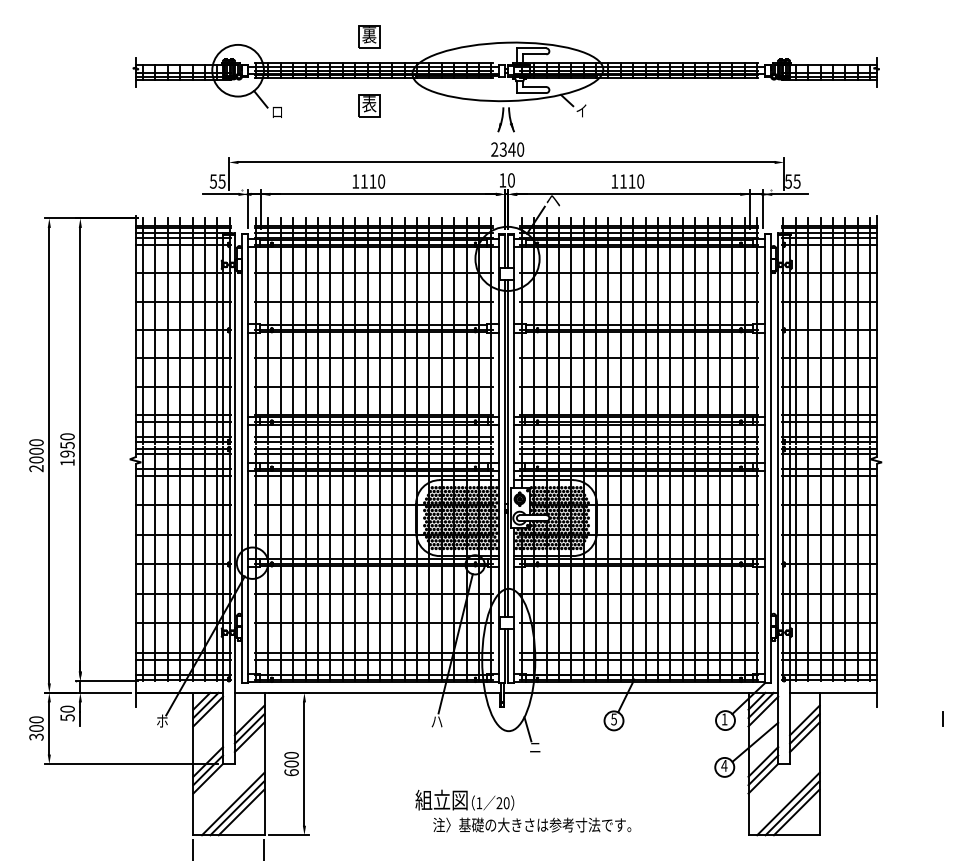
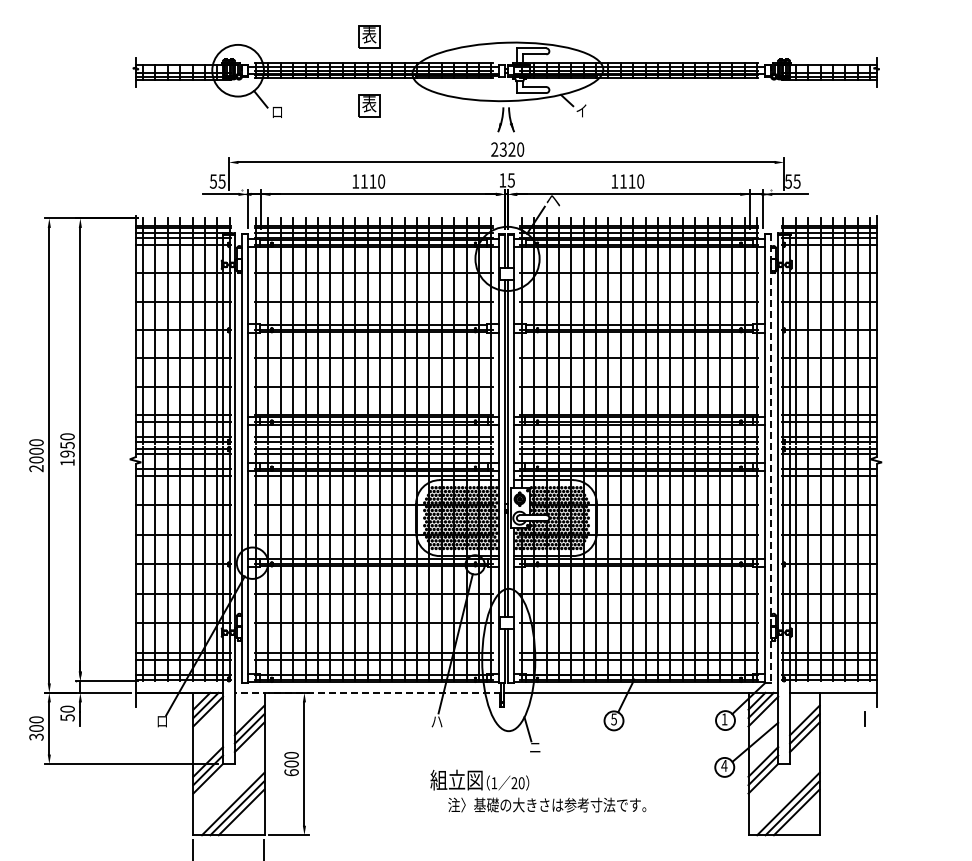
text at (369, 35): 裏 -> 表
text at (511, 149): 2340 -> 2320
text at (510, 180): 10 -> 15
line at (771, 458): solid -> dashed
line at (367, 692): solid -> dashed
line at (942, 718) position: (942, 718) -> (864, 718)
text at (162, 720): ホ -> ロ
text at (523, 810) position: (523, 810) -> (538, 790)
